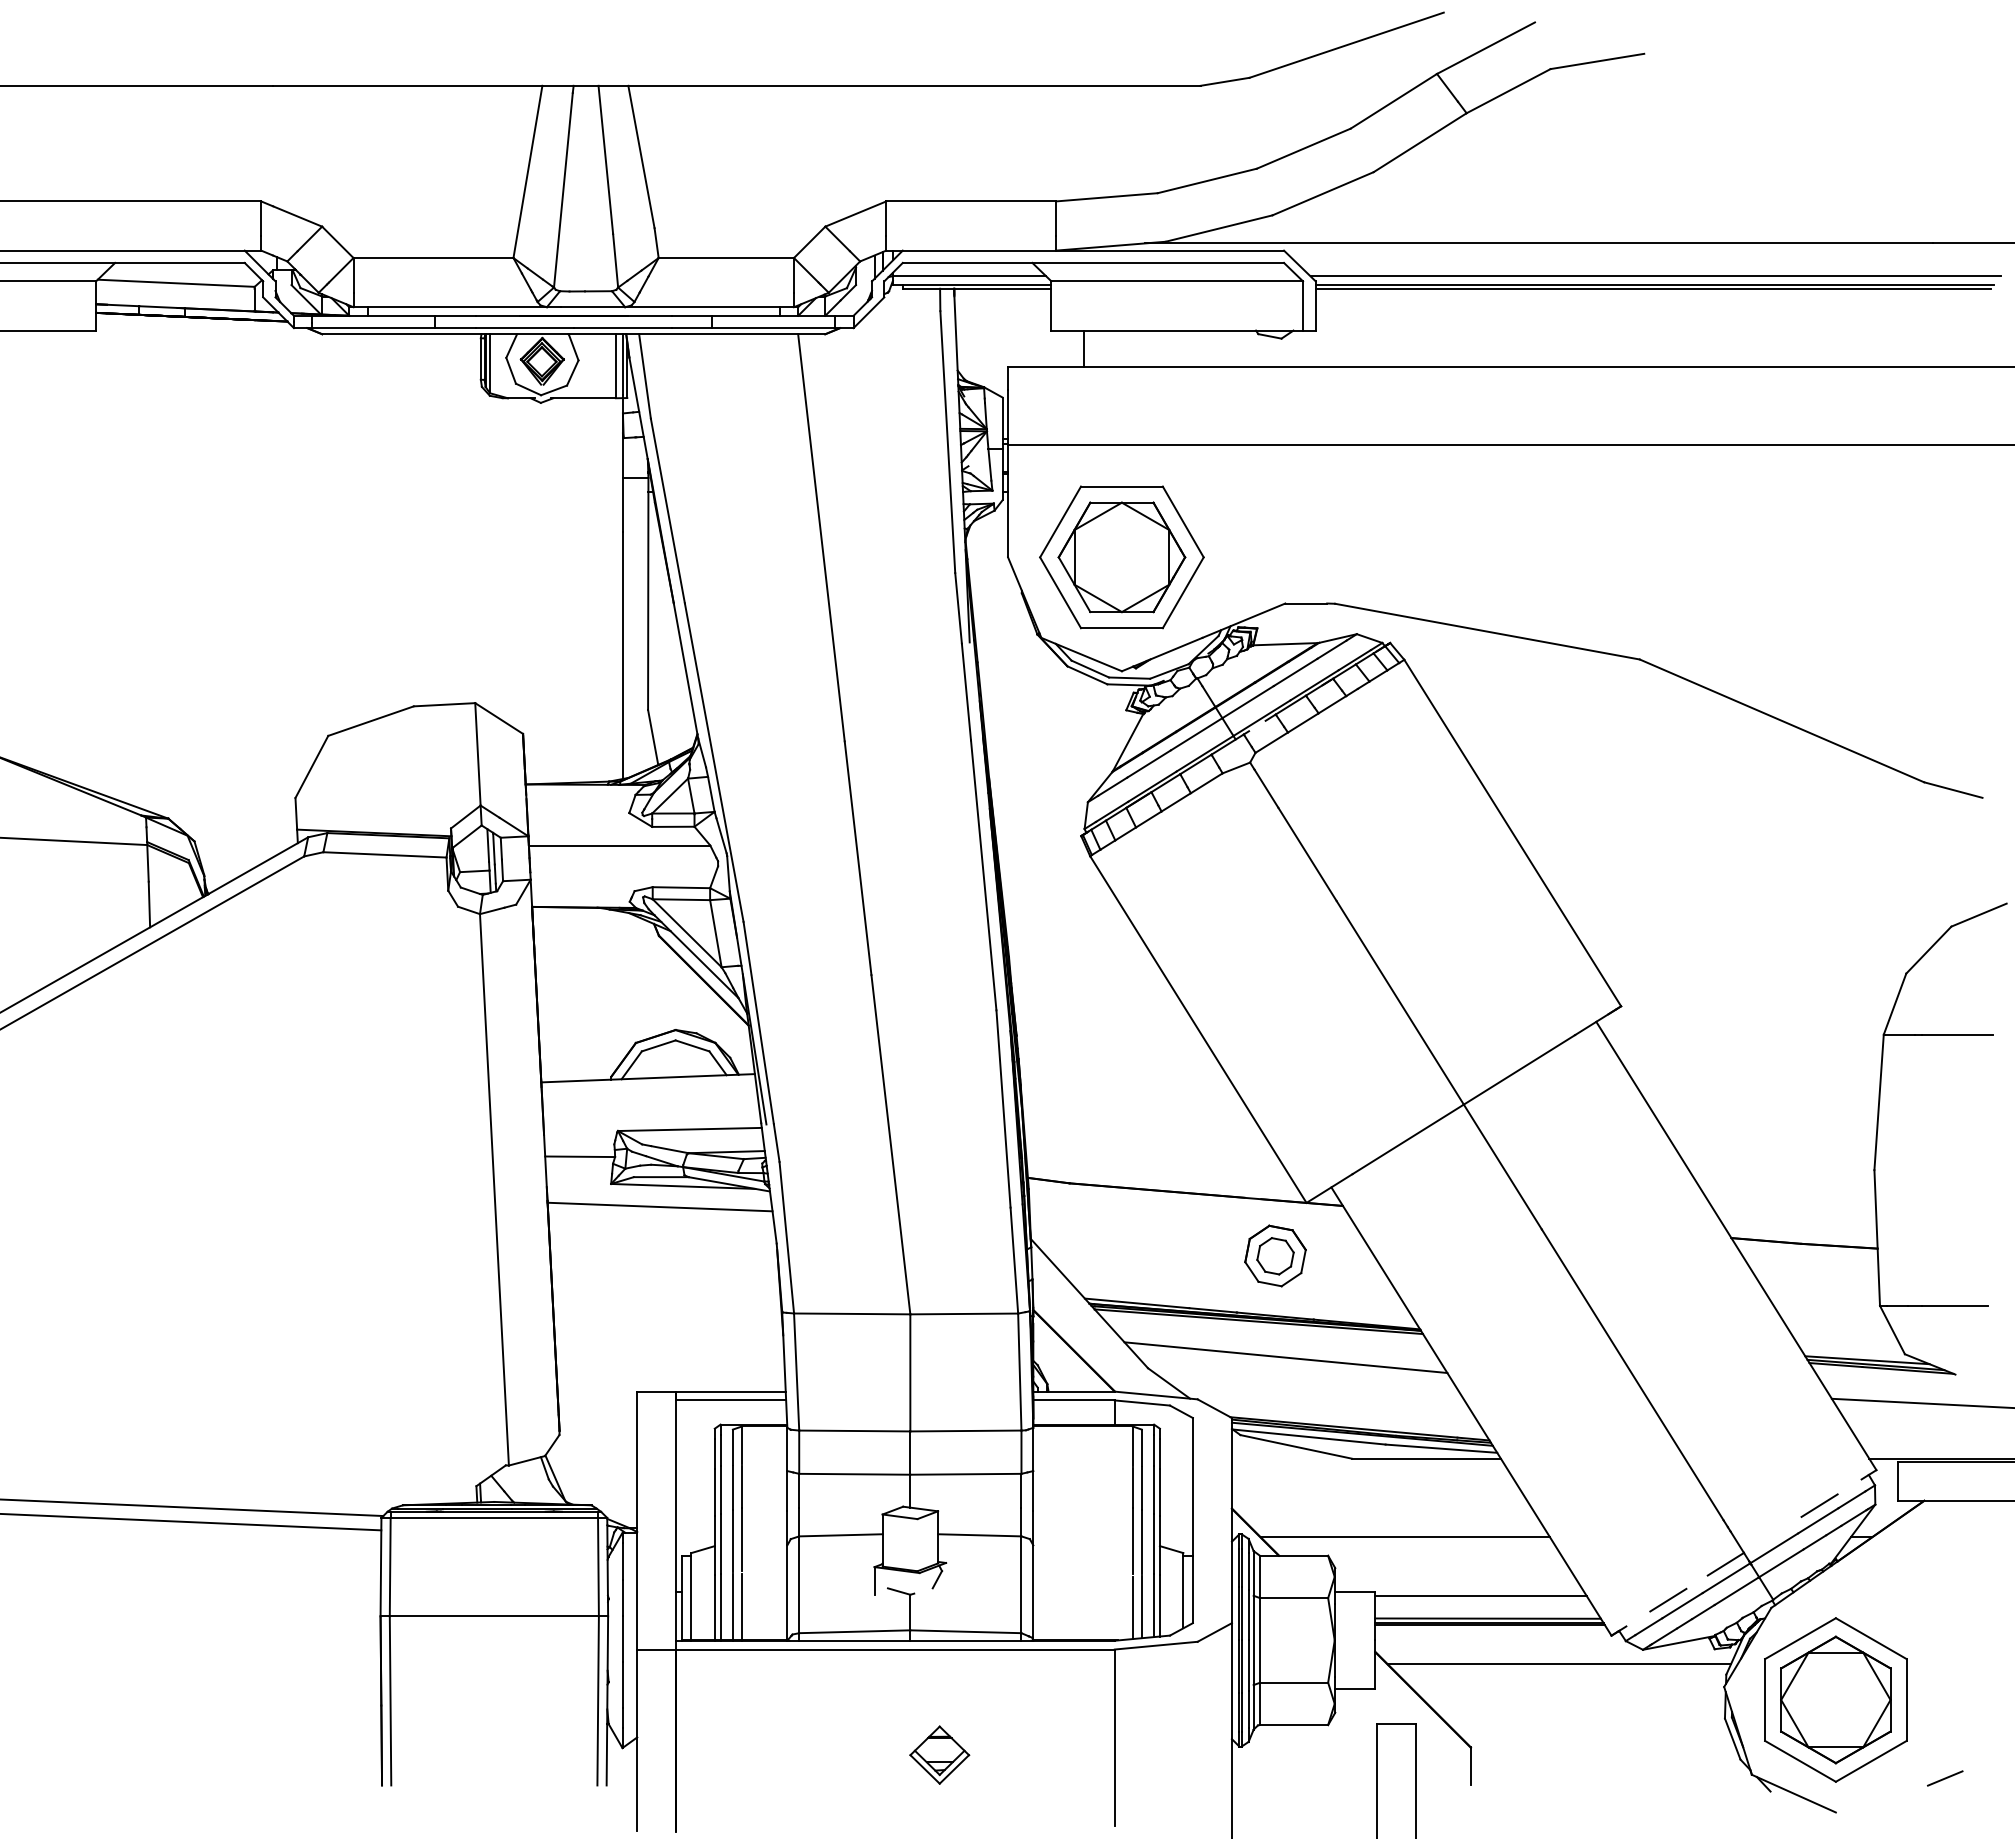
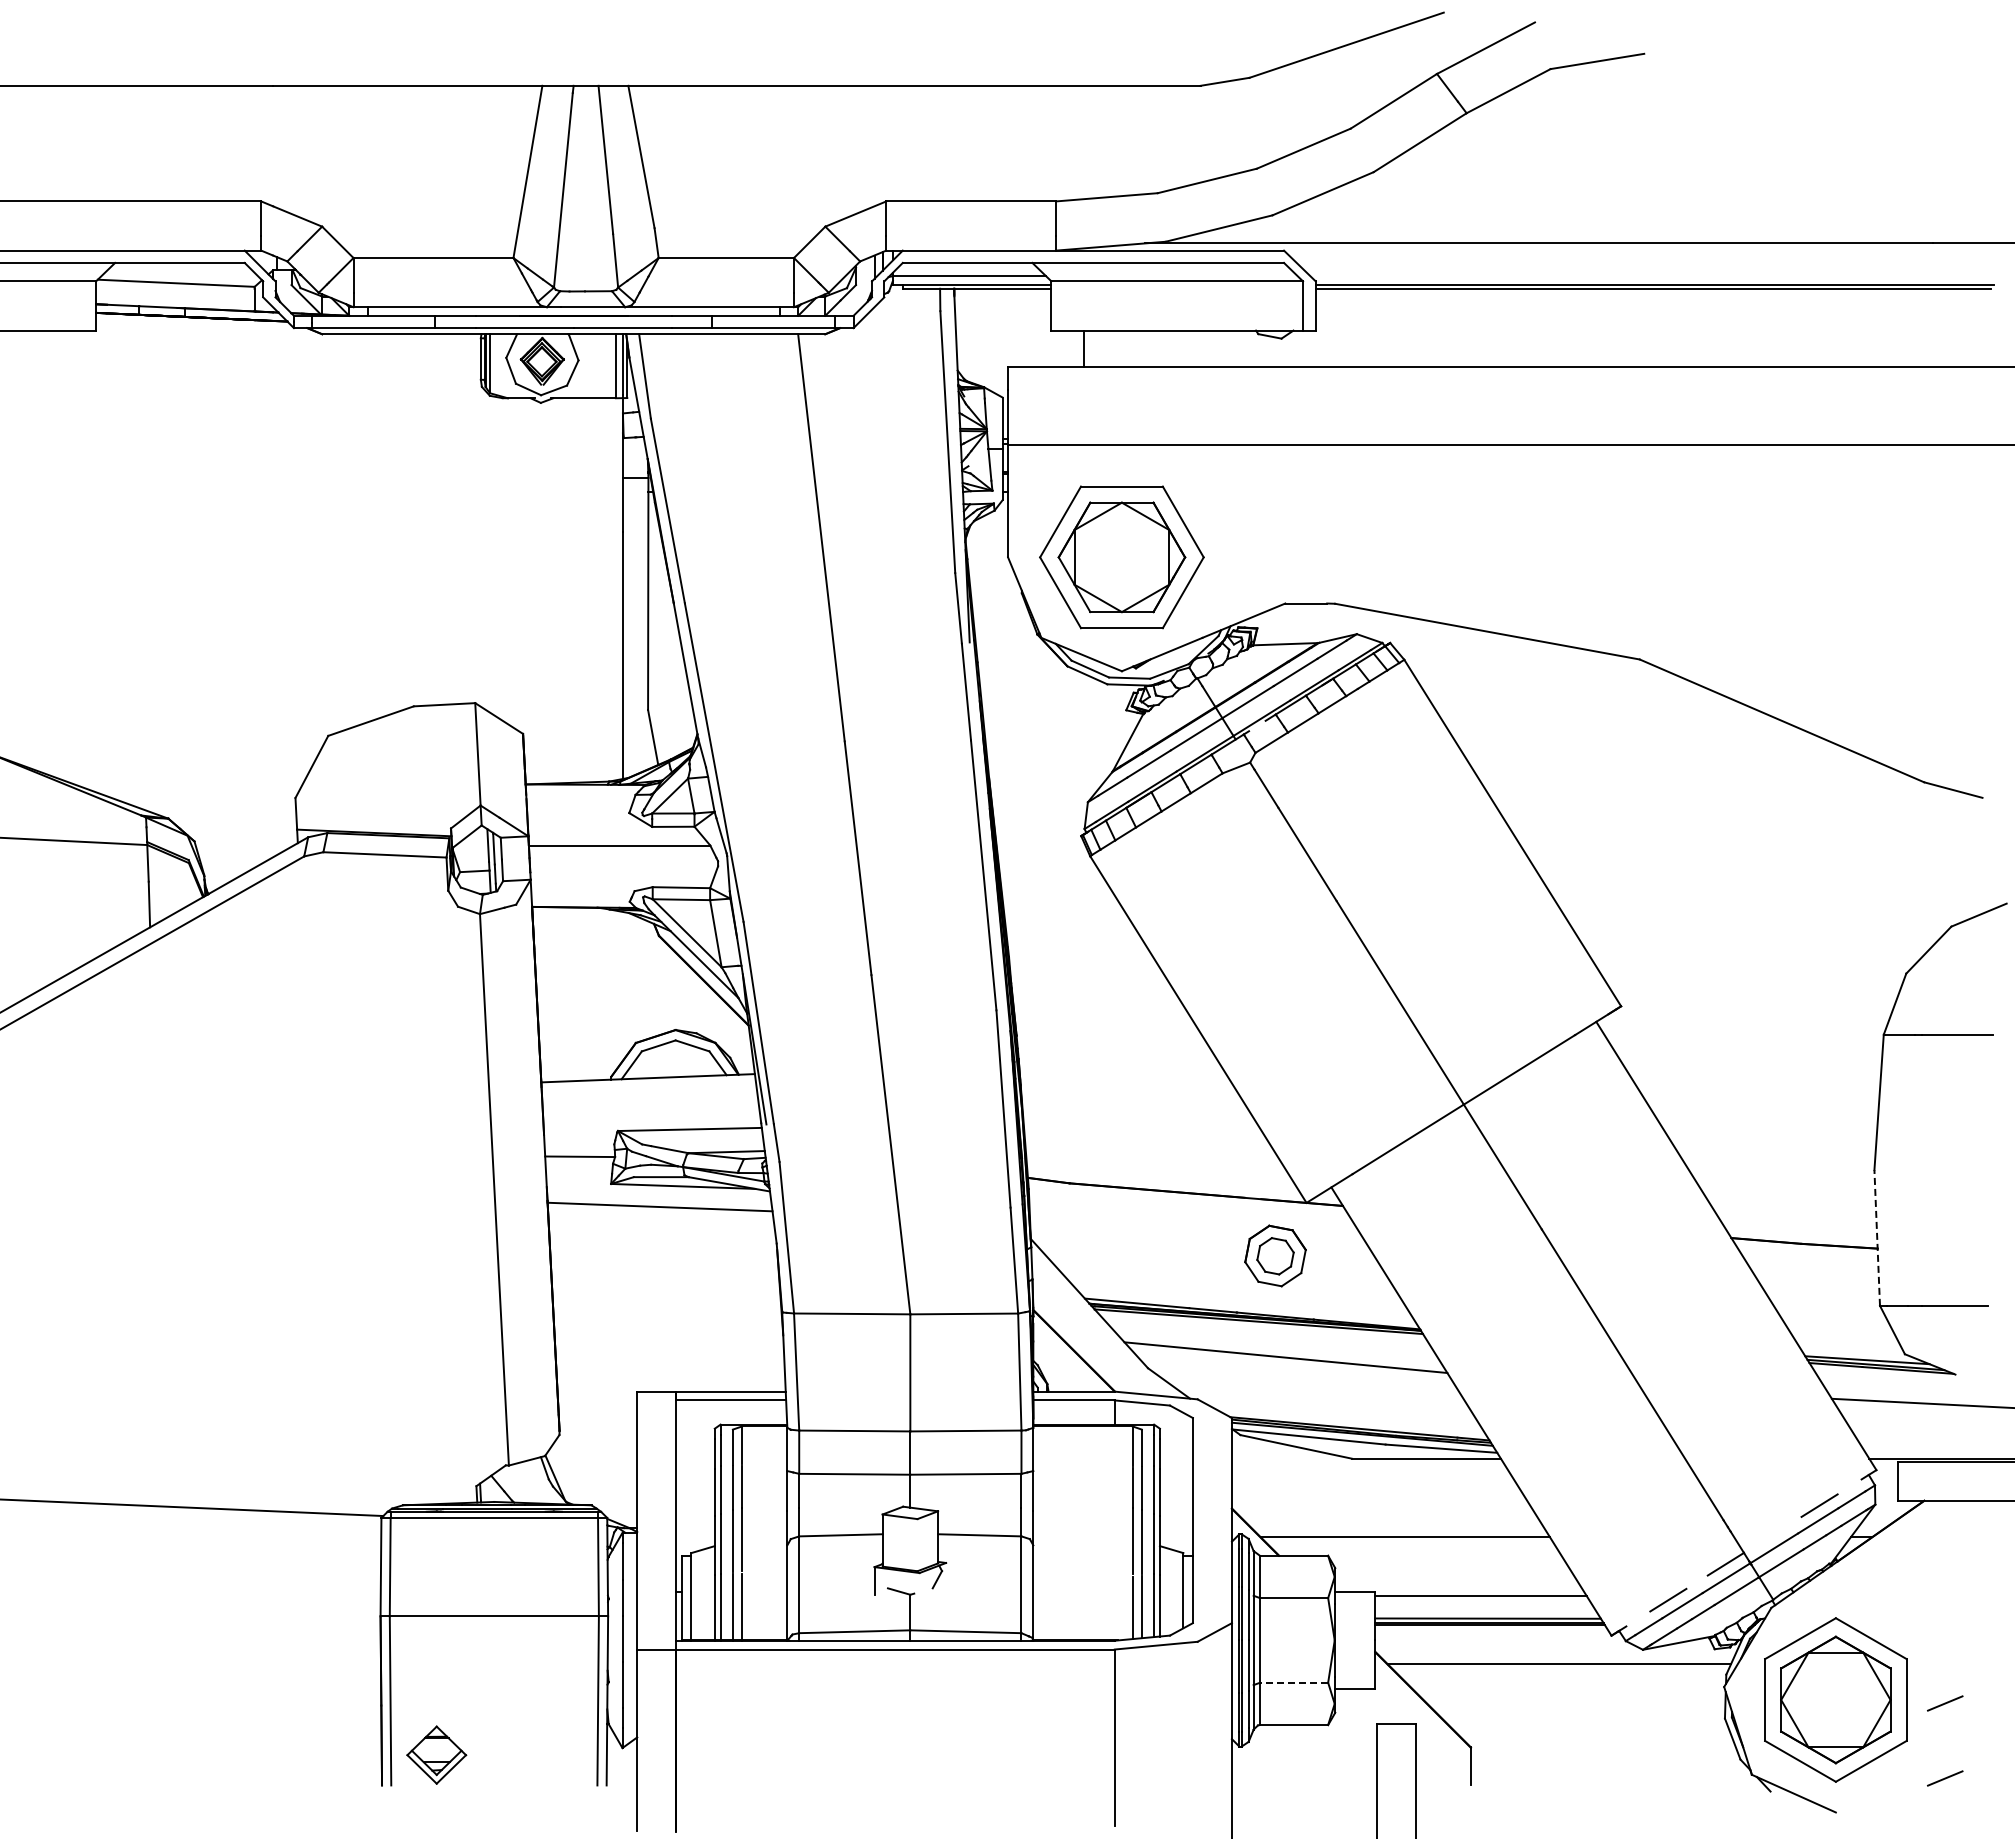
line at (1655, 276): present -> none
line at (1877, 1237): solid -> dashed
line at (191, 1522): present -> none
line at (1293, 1682): solid -> dashed
line at (1945, 1703): none -> present
part at (939, 1754) position: (939, 1754) -> (436, 1754)
